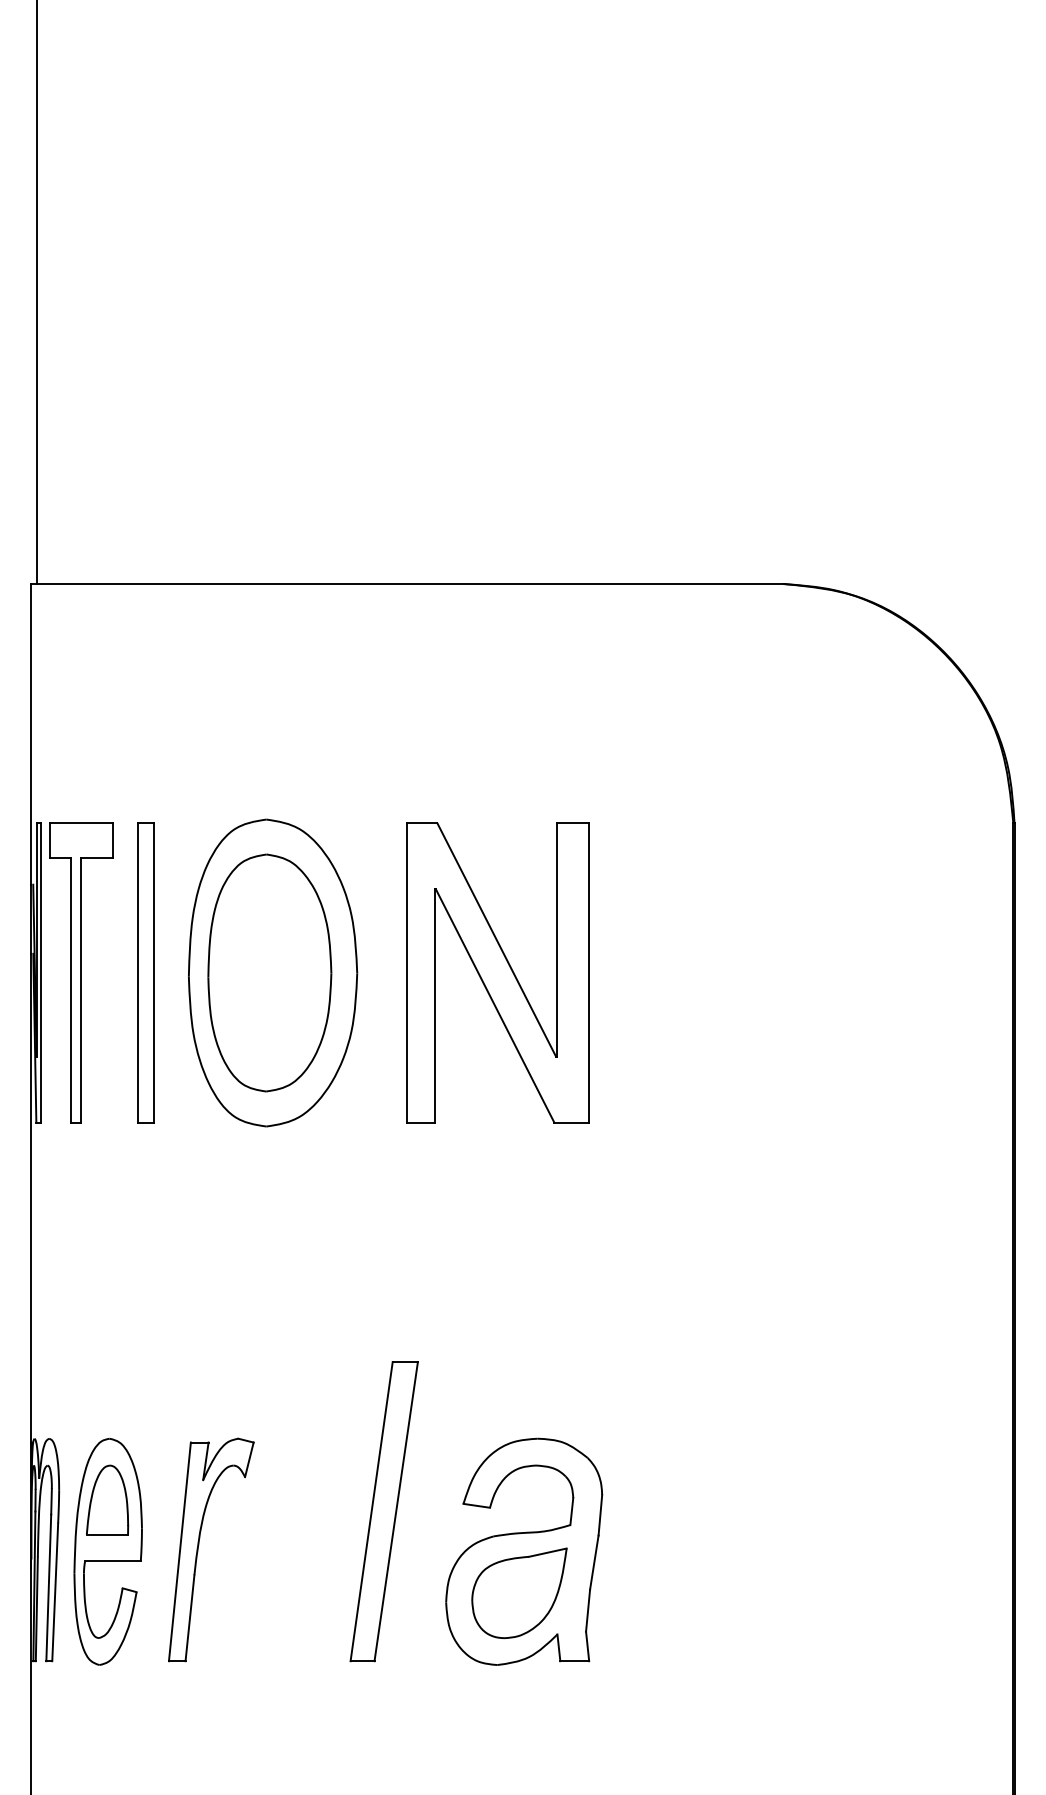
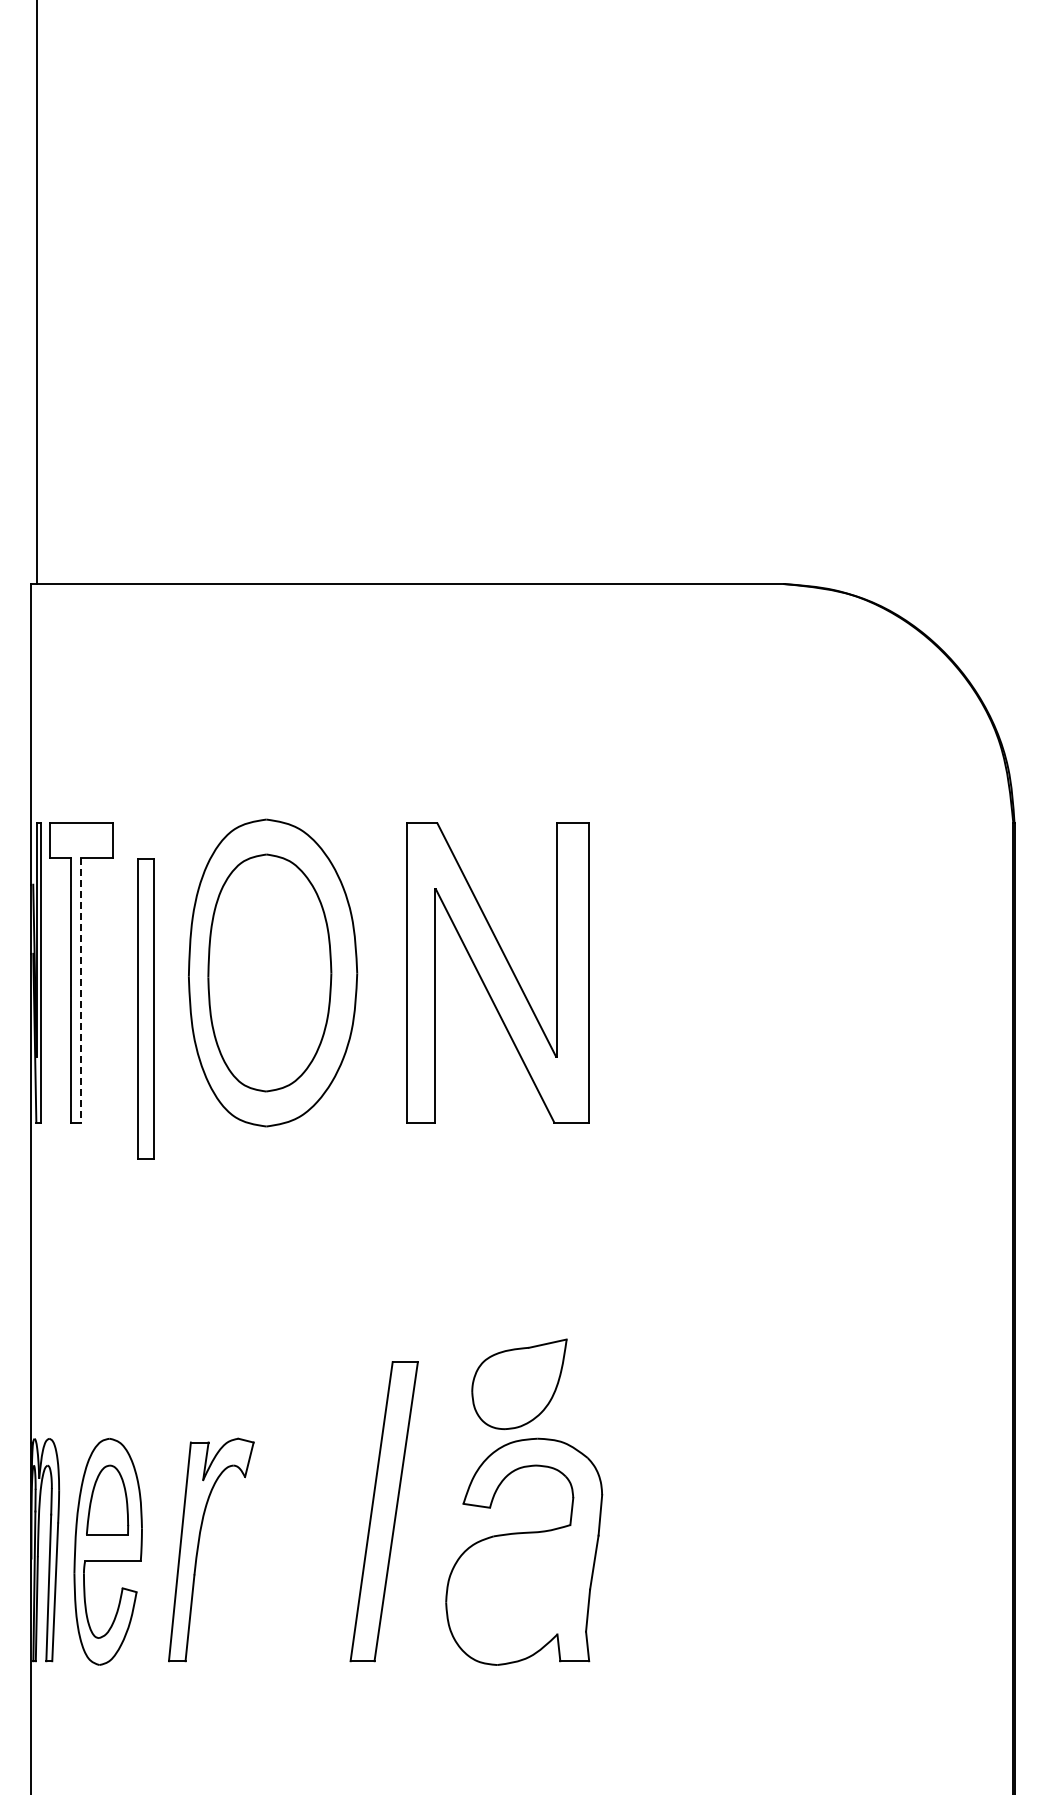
part at (145, 972) position: (145, 972) -> (145, 1008)
line at (81, 991): solid -> dashed
part at (519, 1593) position: (519, 1593) -> (519, 1384)
